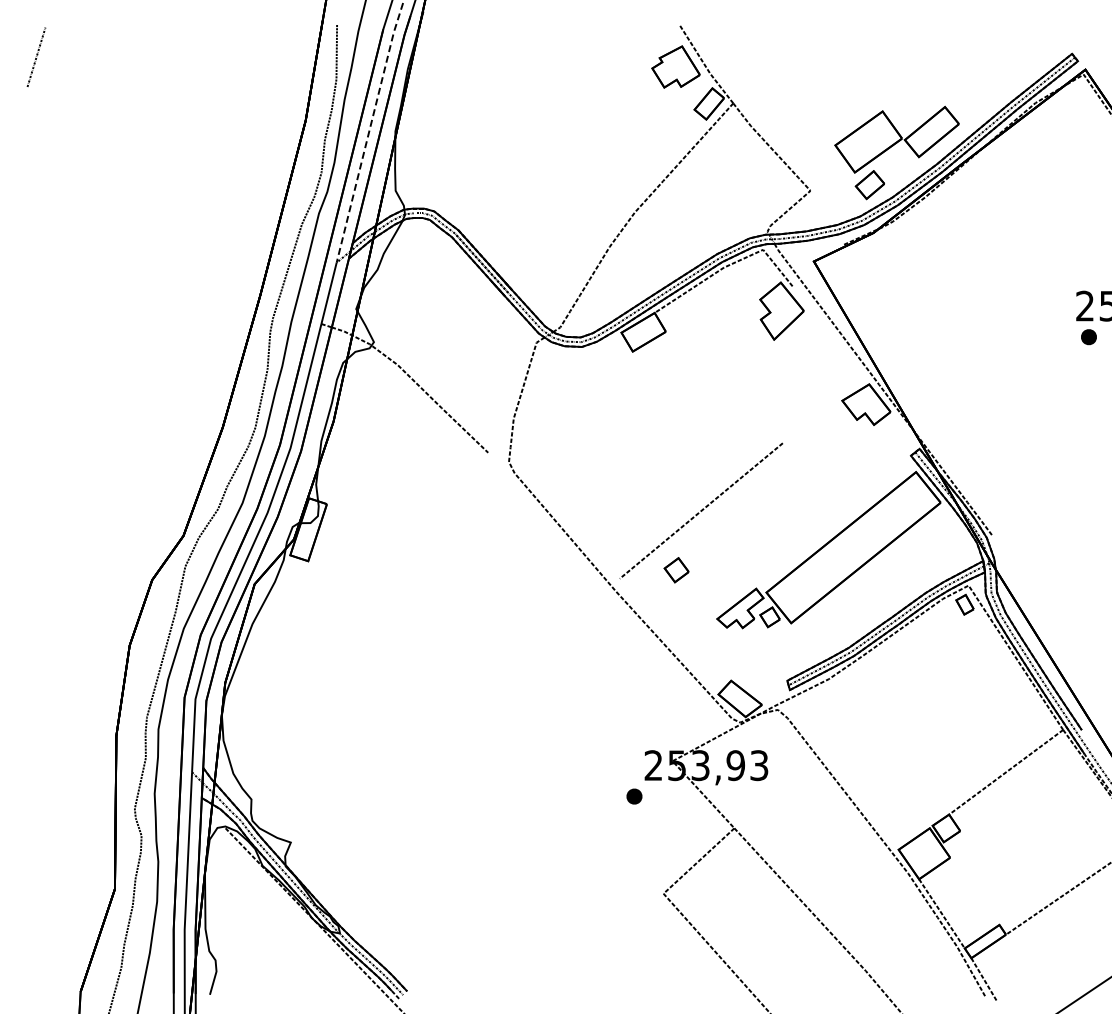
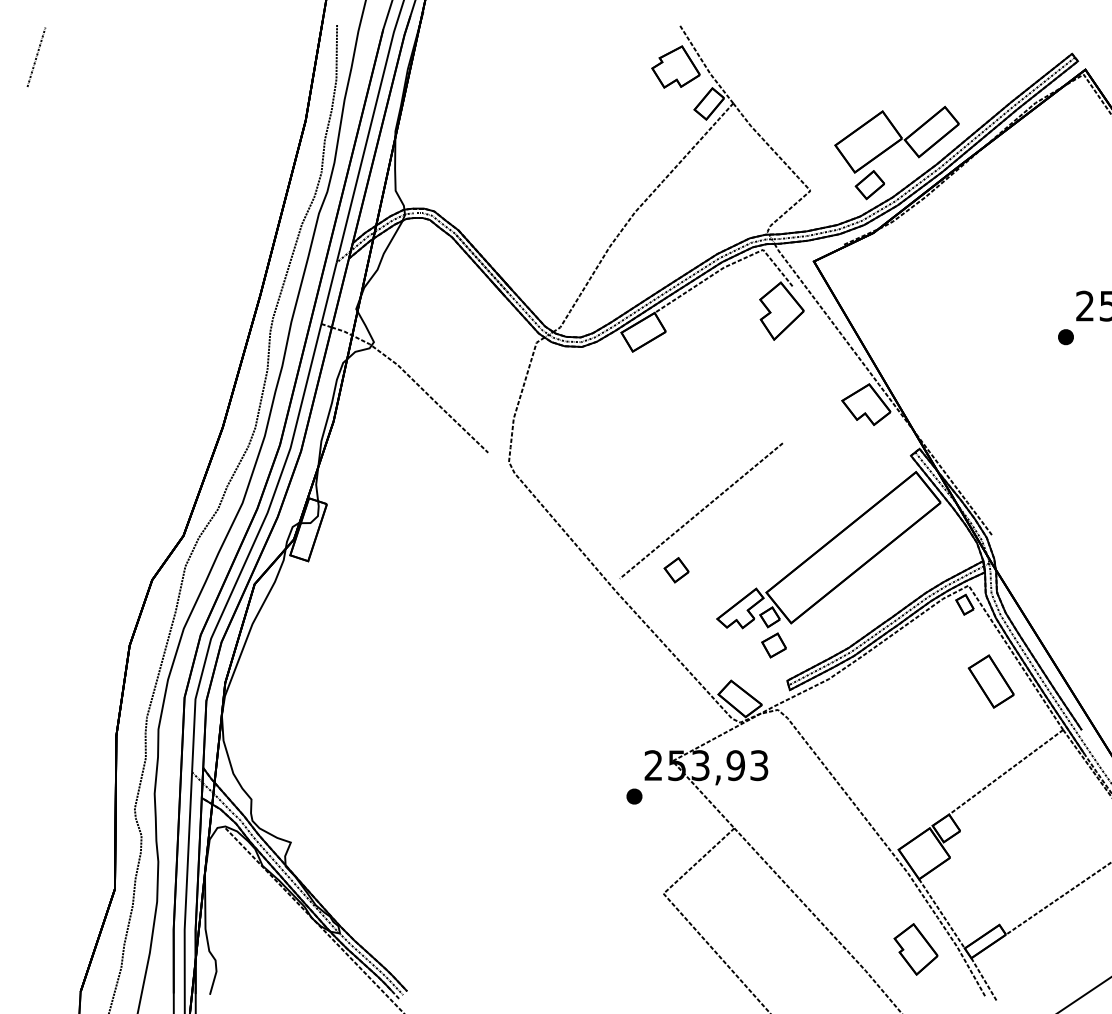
line at (369, 131): dashed -> solid
part at (1088, 337) position: (1088, 337) -> (1065, 337)
part at (773, 645): none -> present
part at (990, 681): none -> present
part at (915, 949): none -> present
